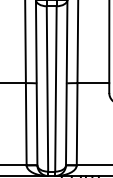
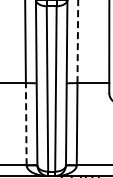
line at (77, 41): solid -> dashed
line at (26, 123): solid -> dashed
